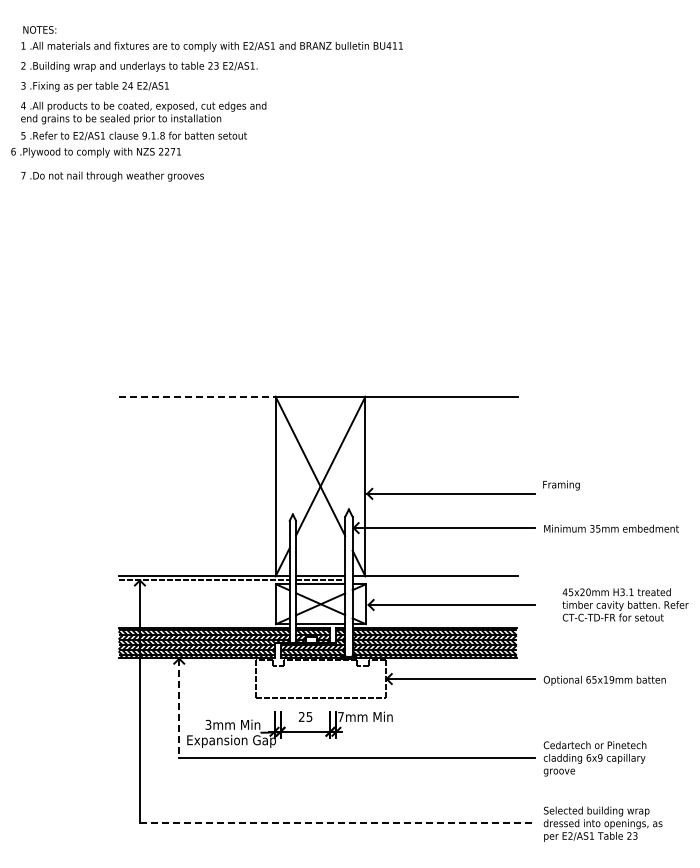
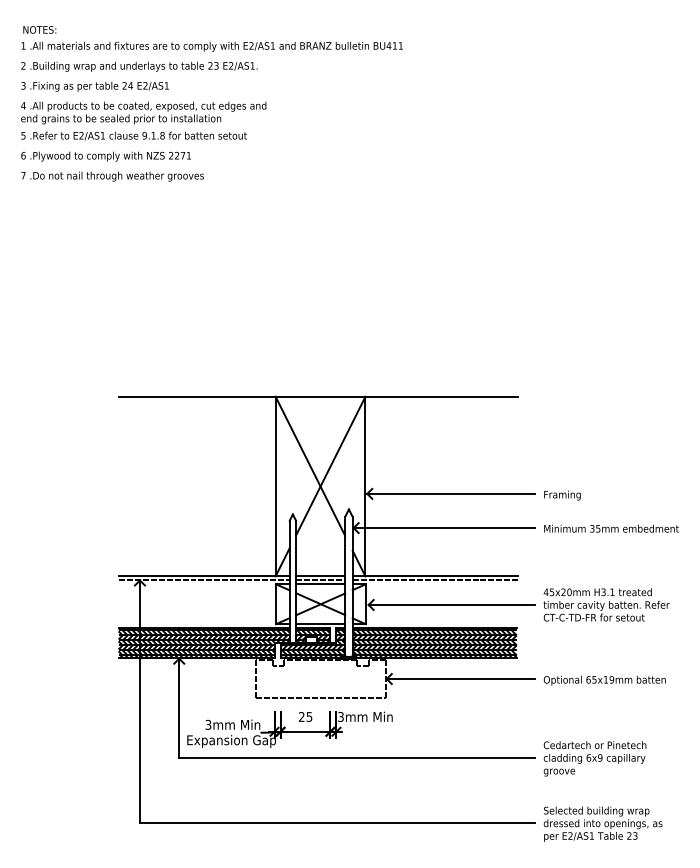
text at (95, 152) position: (95, 152) -> (105, 156)
line at (197, 396): dashed -> solid
text at (561, 485) position: (561, 485) -> (562, 495)
line at (434, 580): none -> present
text at (625, 604) position: (625, 604) -> (606, 604)
line at (179, 708): dashed -> solid
text at (340, 716): 7mm -> 3mm
line at (337, 823): dashed -> solid
